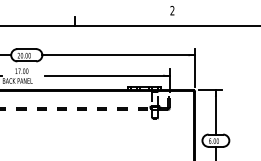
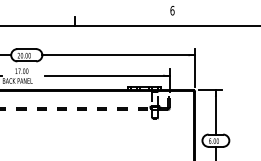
text at (172, 10): 2 -> 6
